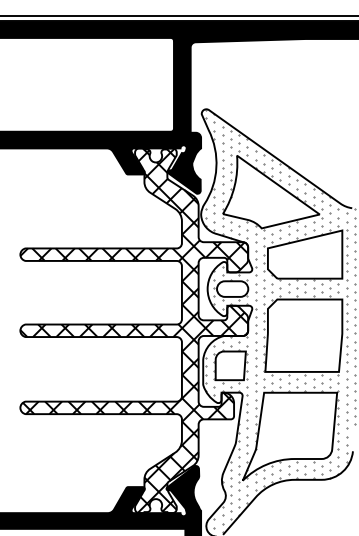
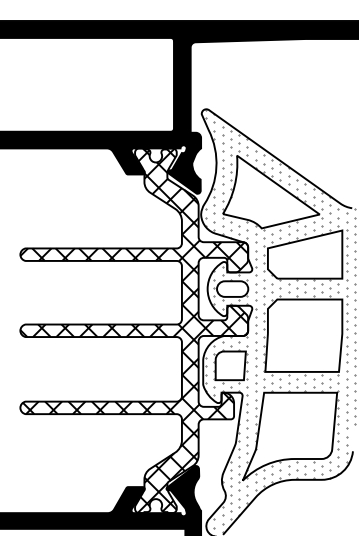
line at (178, 16): present -> none
